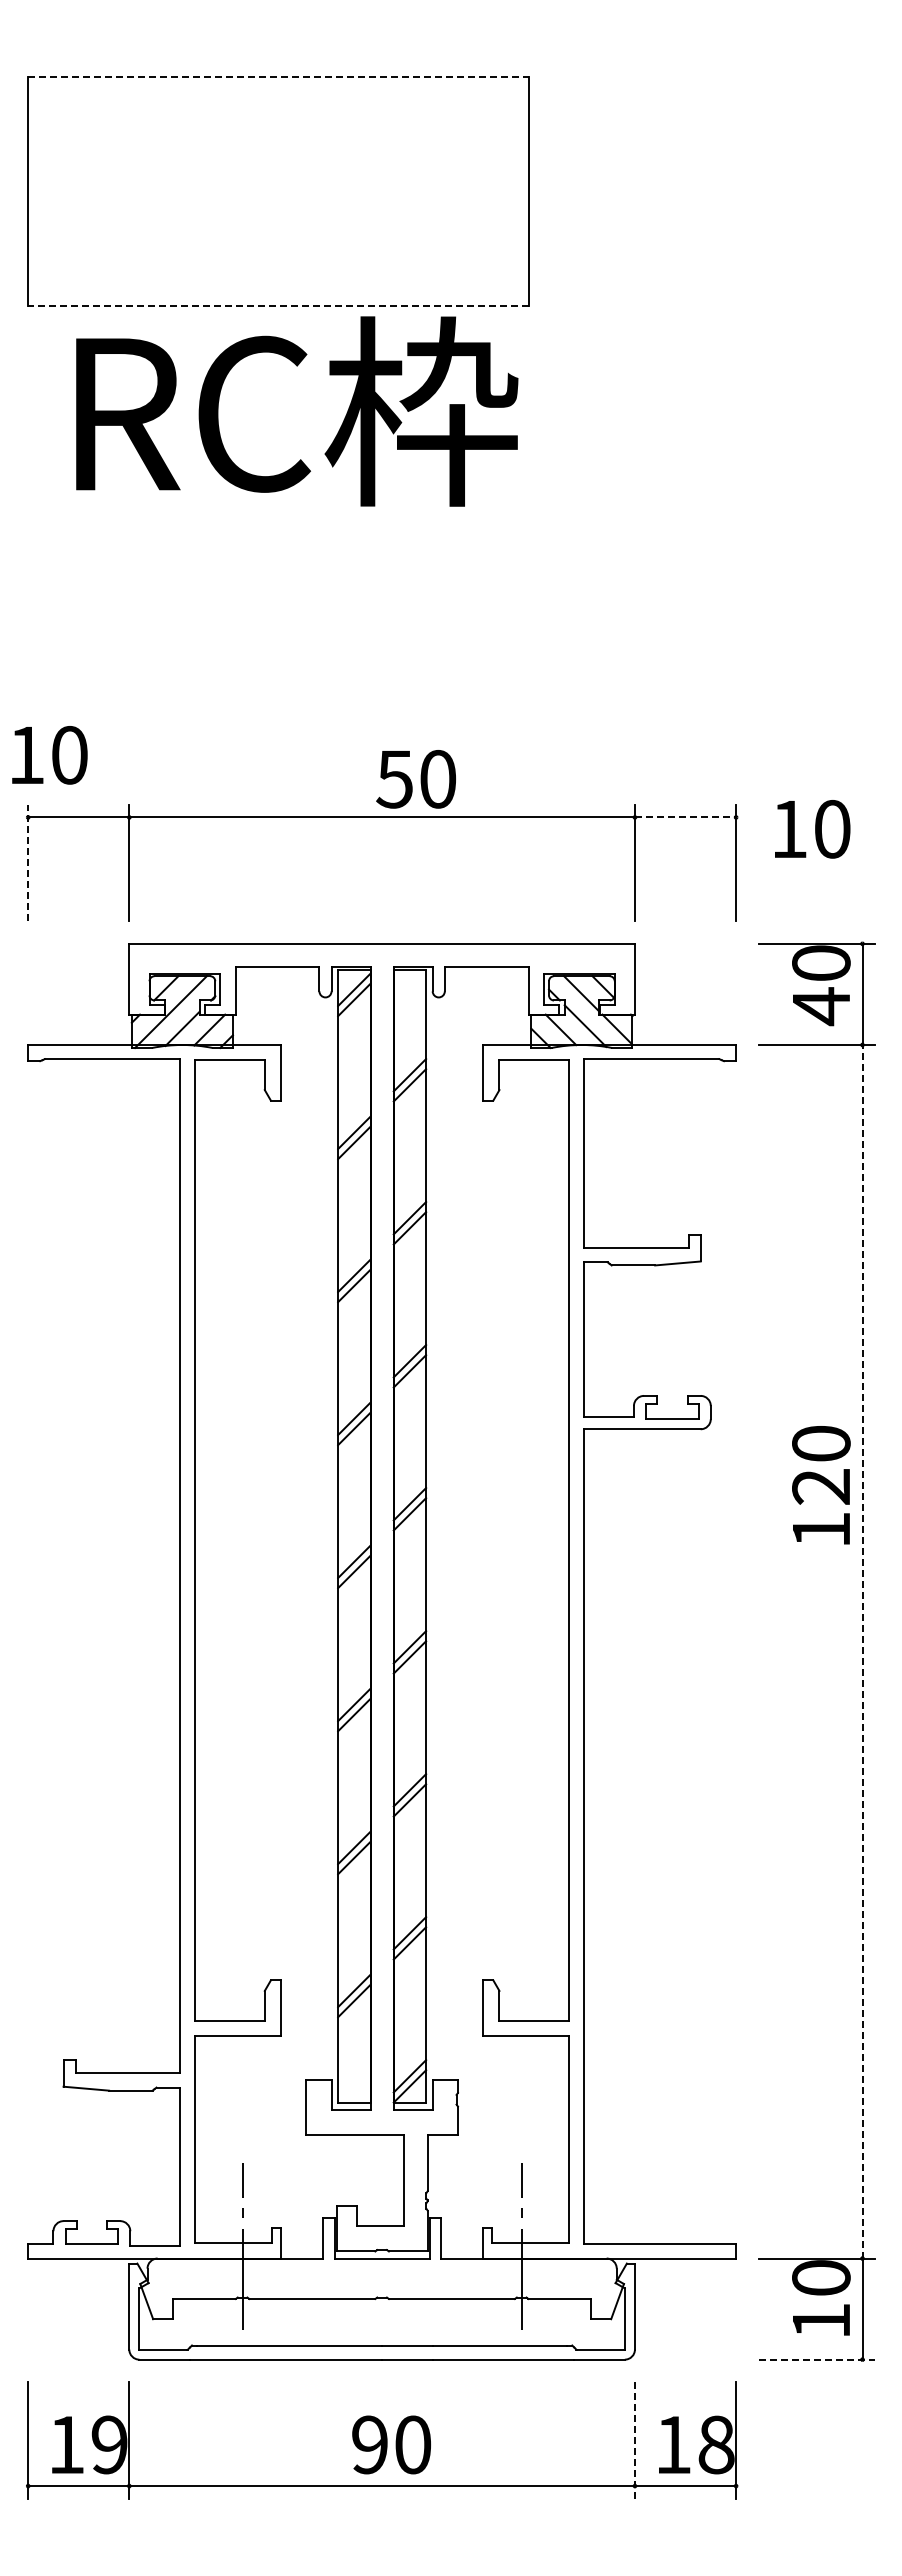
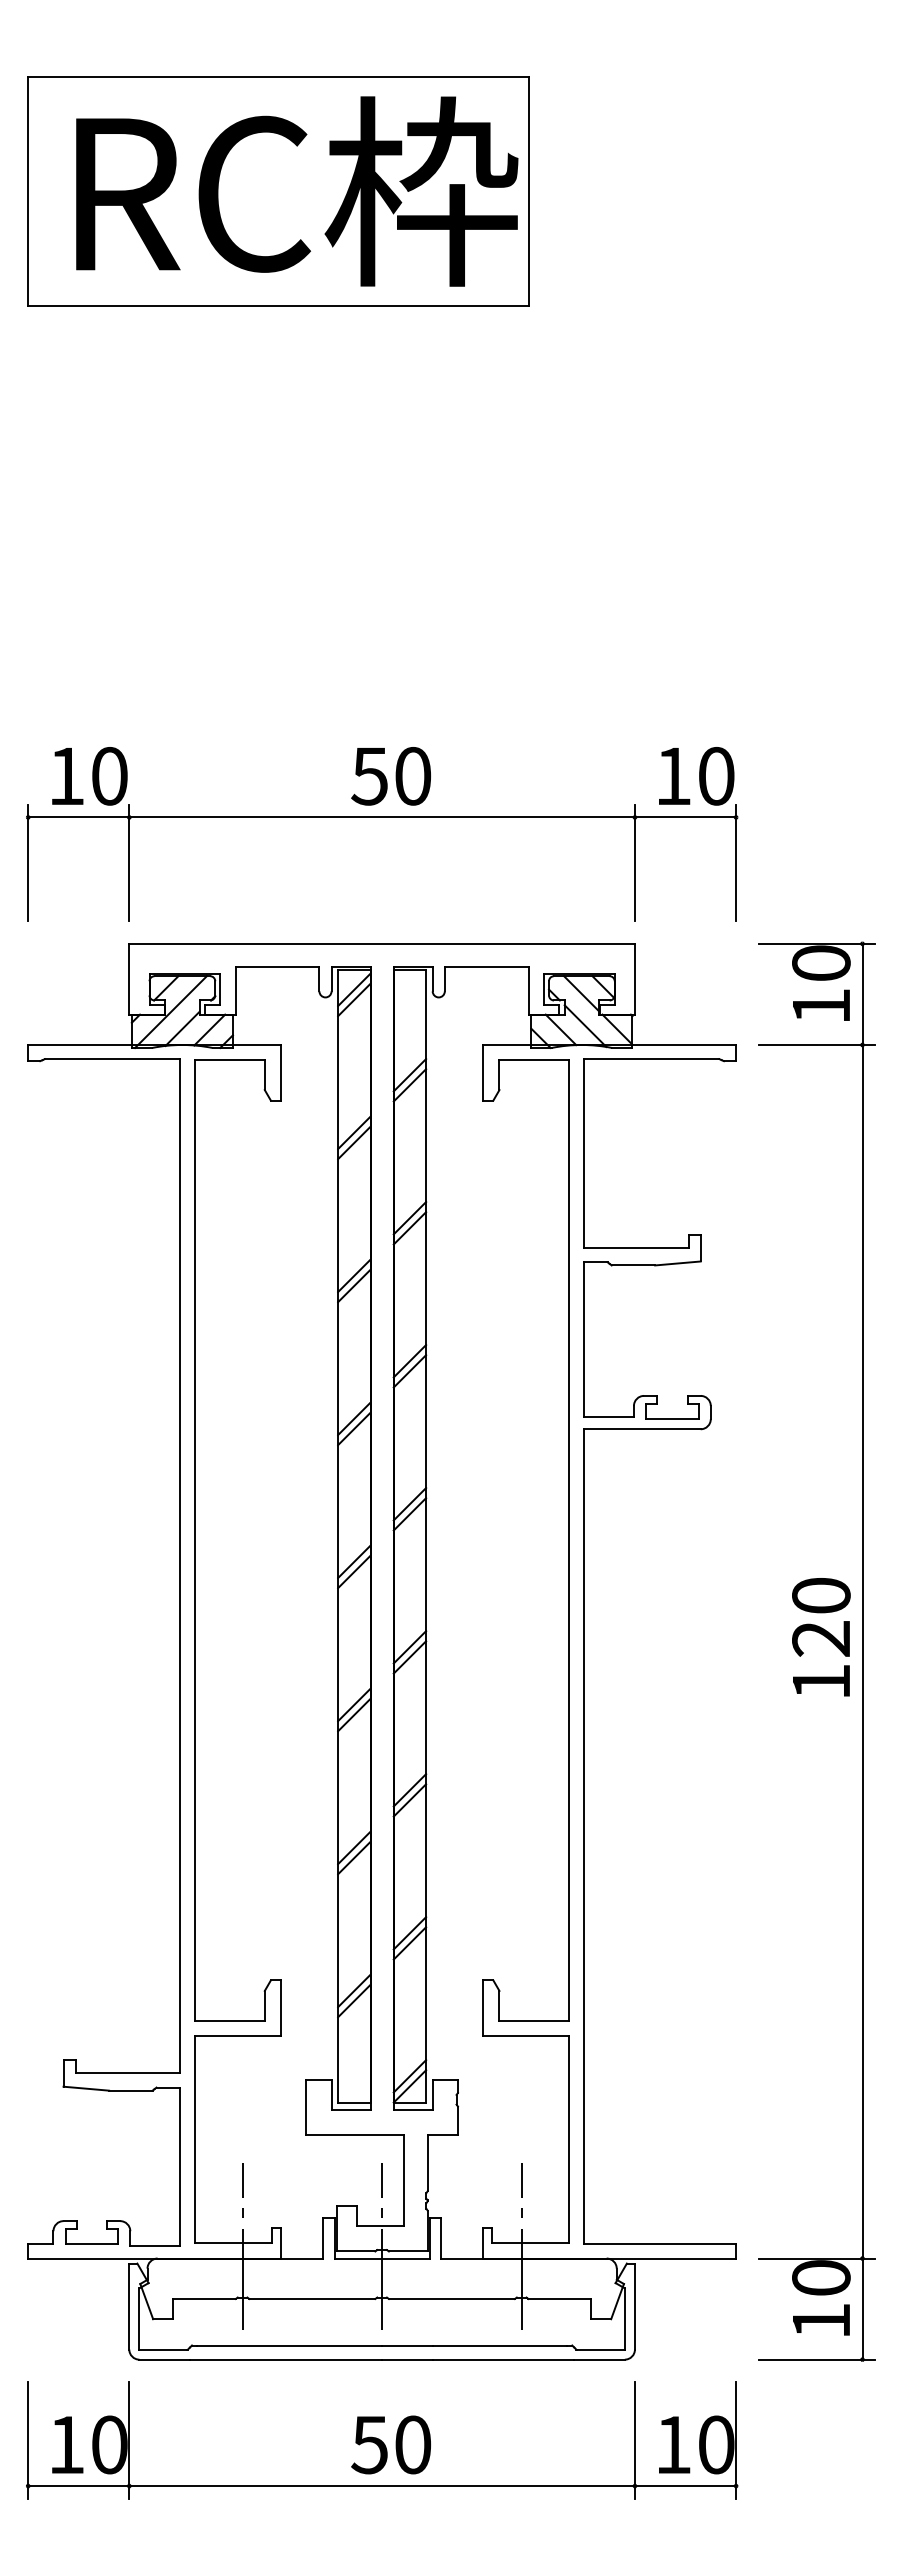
line at (278, 77): dashed -> solid
line at (277, 305): dashed -> solid
text at (297, 411) position: (297, 411) -> (297, 191)
text at (49, 755) position: (49, 755) -> (89, 776)
text at (415, 779) position: (415, 779) -> (390, 776)
line at (685, 817): dashed -> solid
text at (812, 829) position: (812, 829) -> (696, 776)
line at (28, 862): dashed -> solid
text at (821, 1006): 40 -> 10
text at (821, 1485) position: (821, 1485) -> (821, 1637)
line at (862, 1651): dashed -> solid
line at (382, 2245): none -> present
line at (817, 2359): dashed -> solid
line at (634, 2441): dashed -> solid
text at (109, 2444): 19 -> 10
text at (369, 2444): 90 -> 50
text at (716, 2444): 18 -> 10
